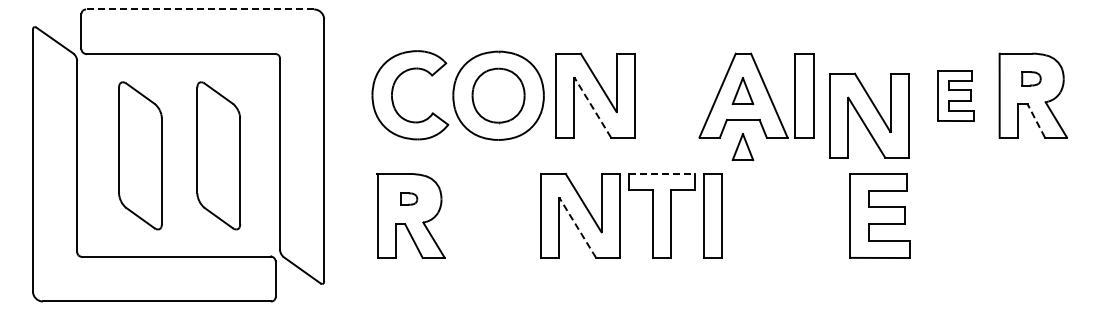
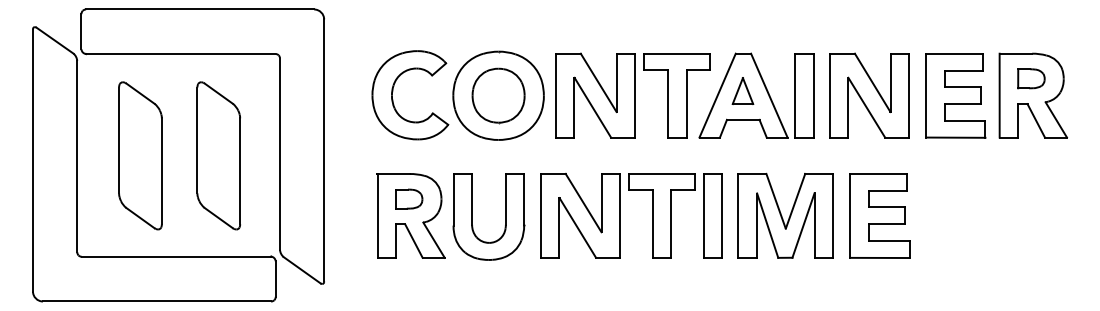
line at (199, 9): dashed -> solid
part at (1031, 78) size: 21x16 px -> 29x22 px
part at (676, 95): none -> present
part at (955, 95) size: 38x52 px -> 62x86 px
line at (592, 107): dashed -> solid
part at (869, 115) position: (869, 115) -> (869, 95)
line at (1036, 120): dashed -> solid
part at (742, 146): present -> none
line at (662, 173): dashed -> solid
part at (409, 198) size: 19x14 px -> 29x22 px
part at (785, 215): none -> present
part at (472, 216): none -> present
line at (577, 227): dashed -> solid
